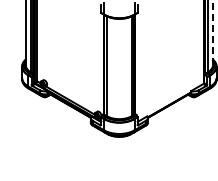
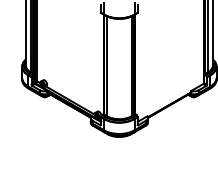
line at (212, 32): dashed -> solid
